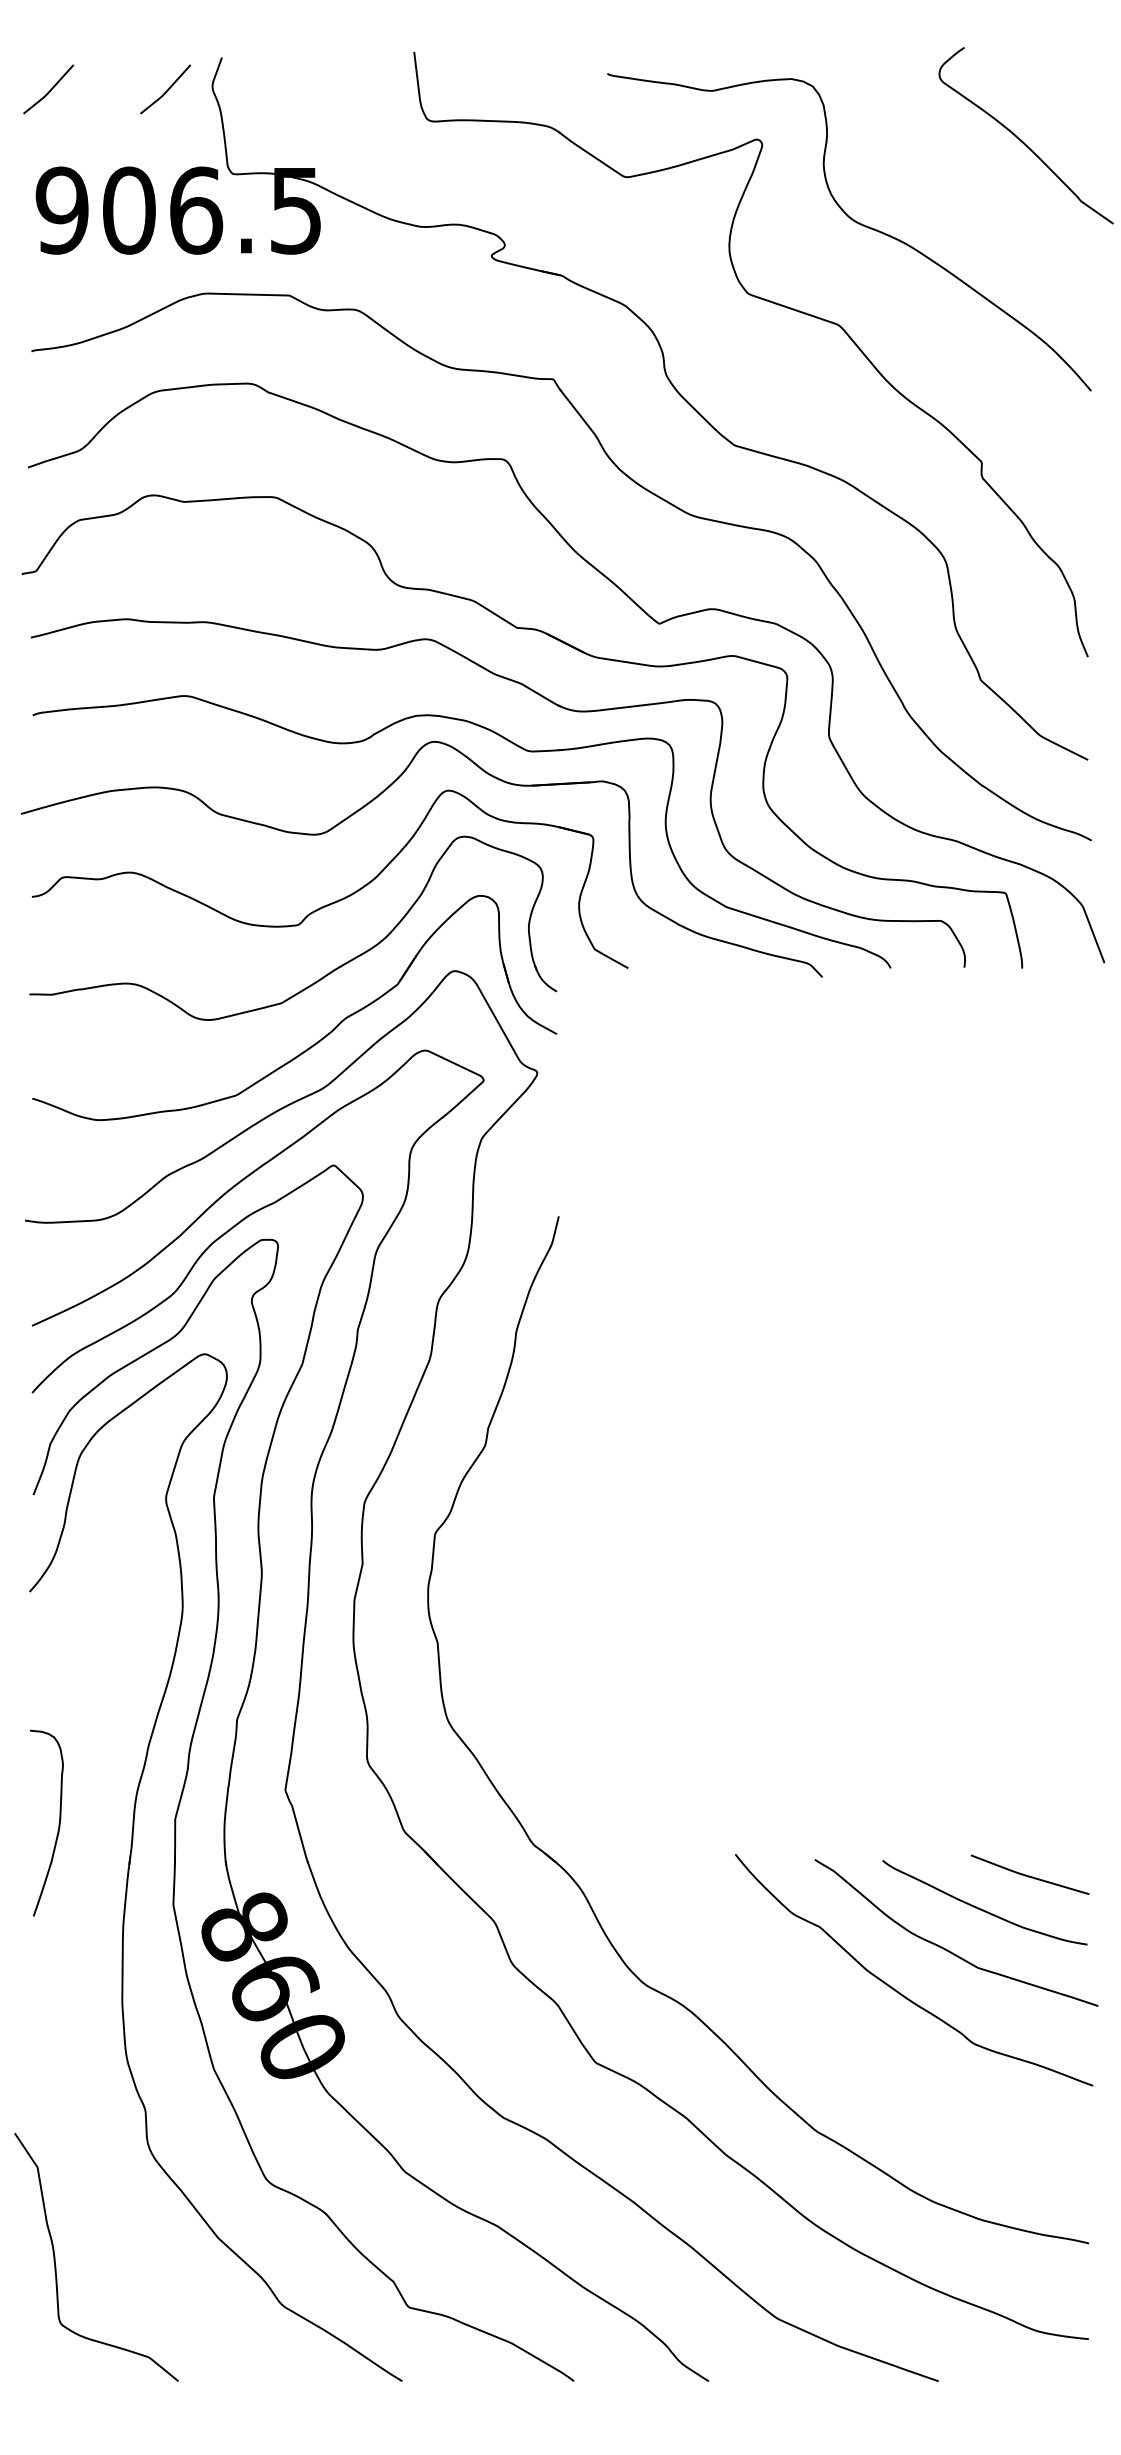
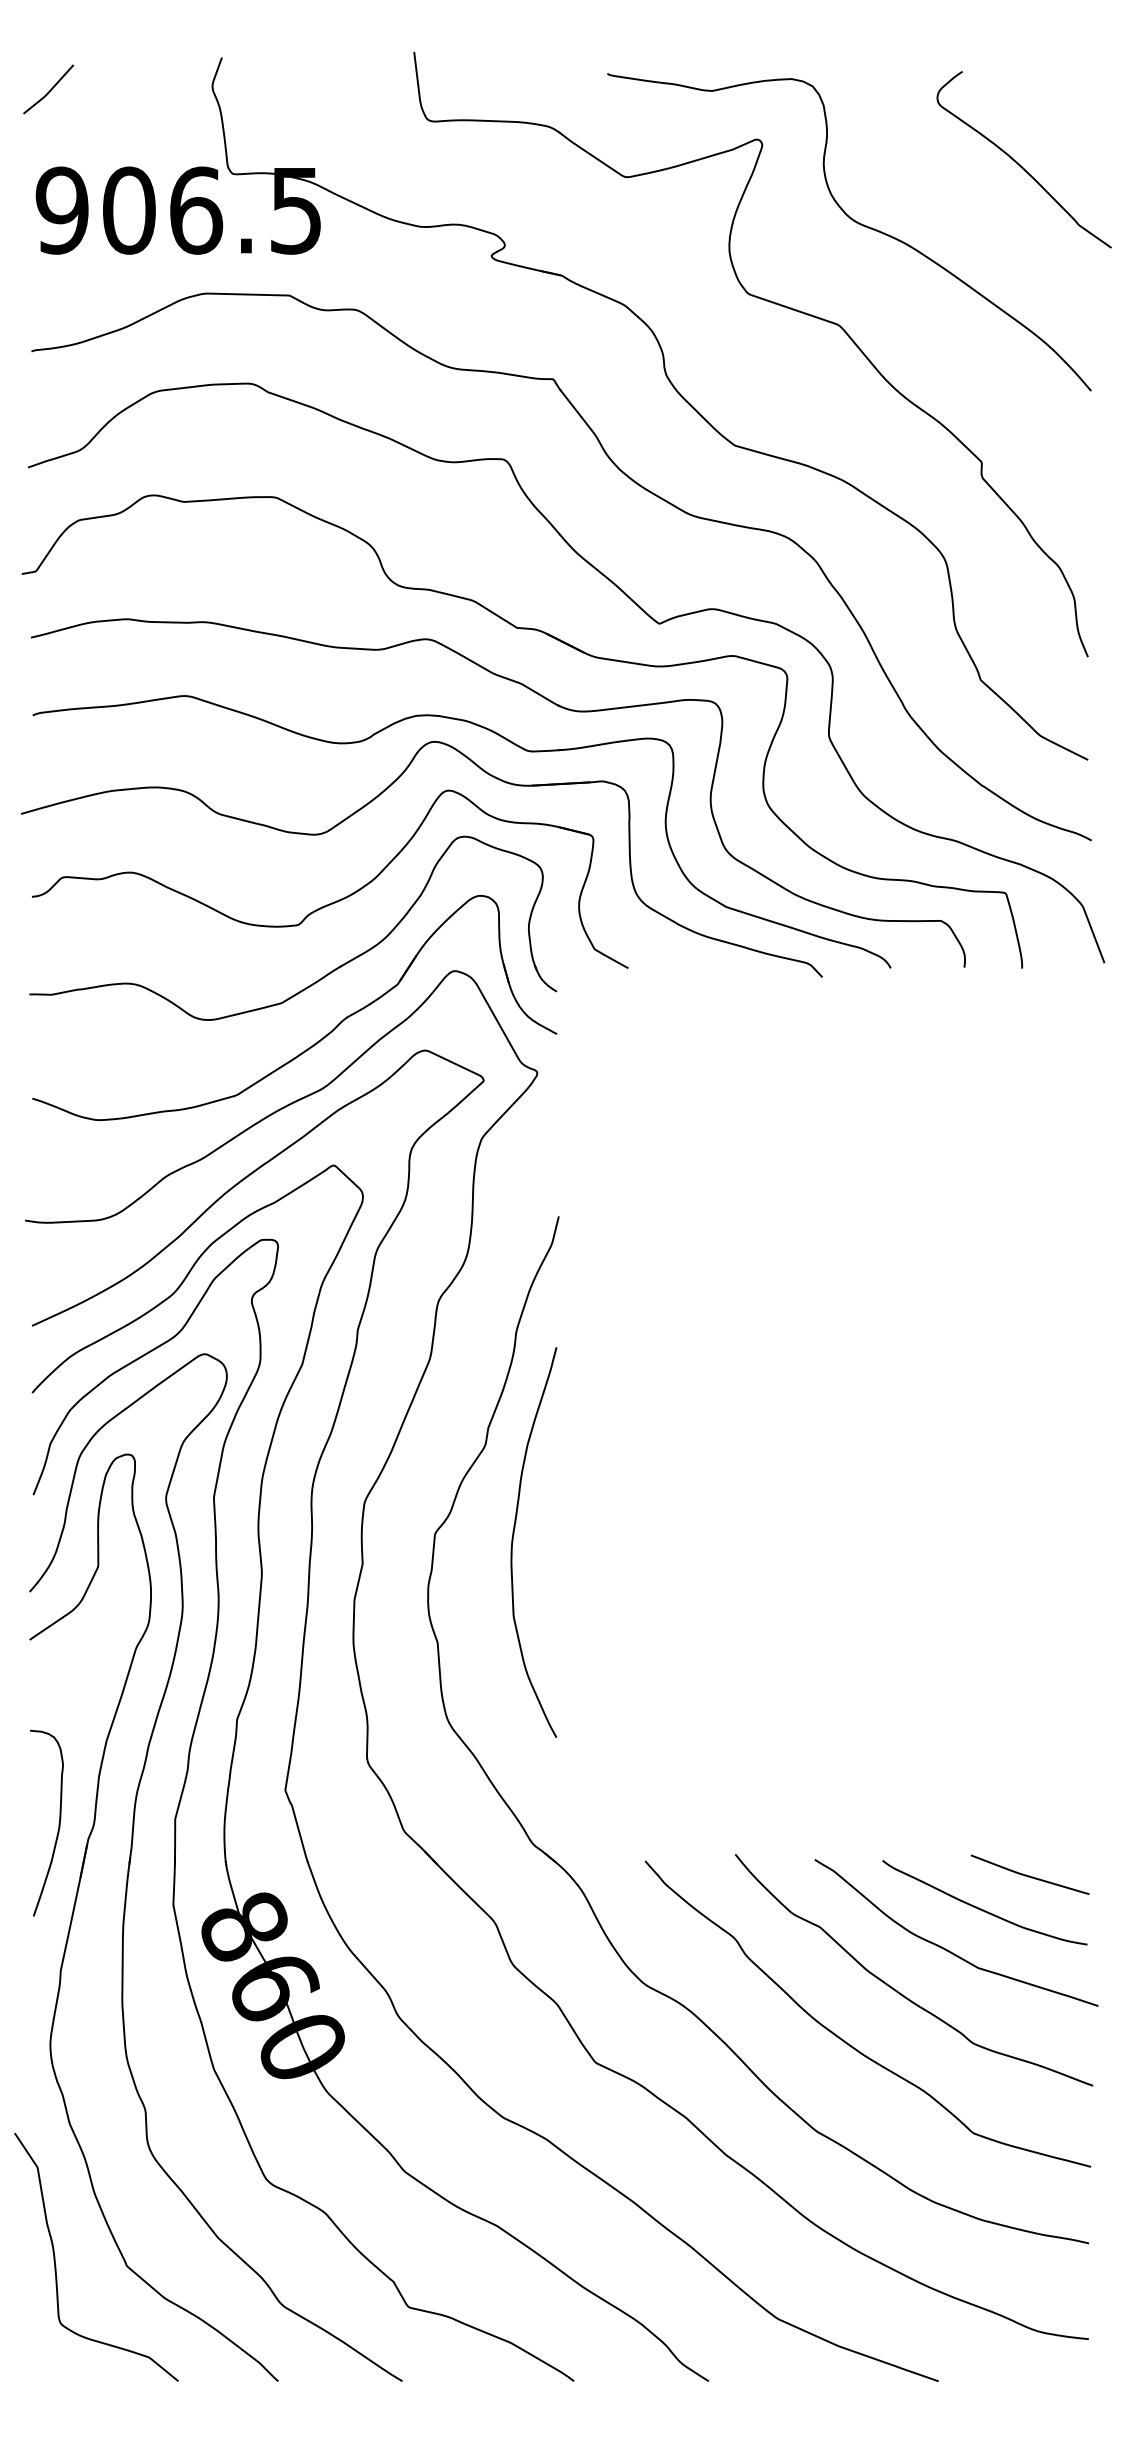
curve at (166, 90): present -> none
curve at (1021, 139) position: (1021, 139) -> (1019, 163)
curve at (513, 1542): none -> present
part at (76, 1902): none -> present
curve at (846, 2041): none -> present
